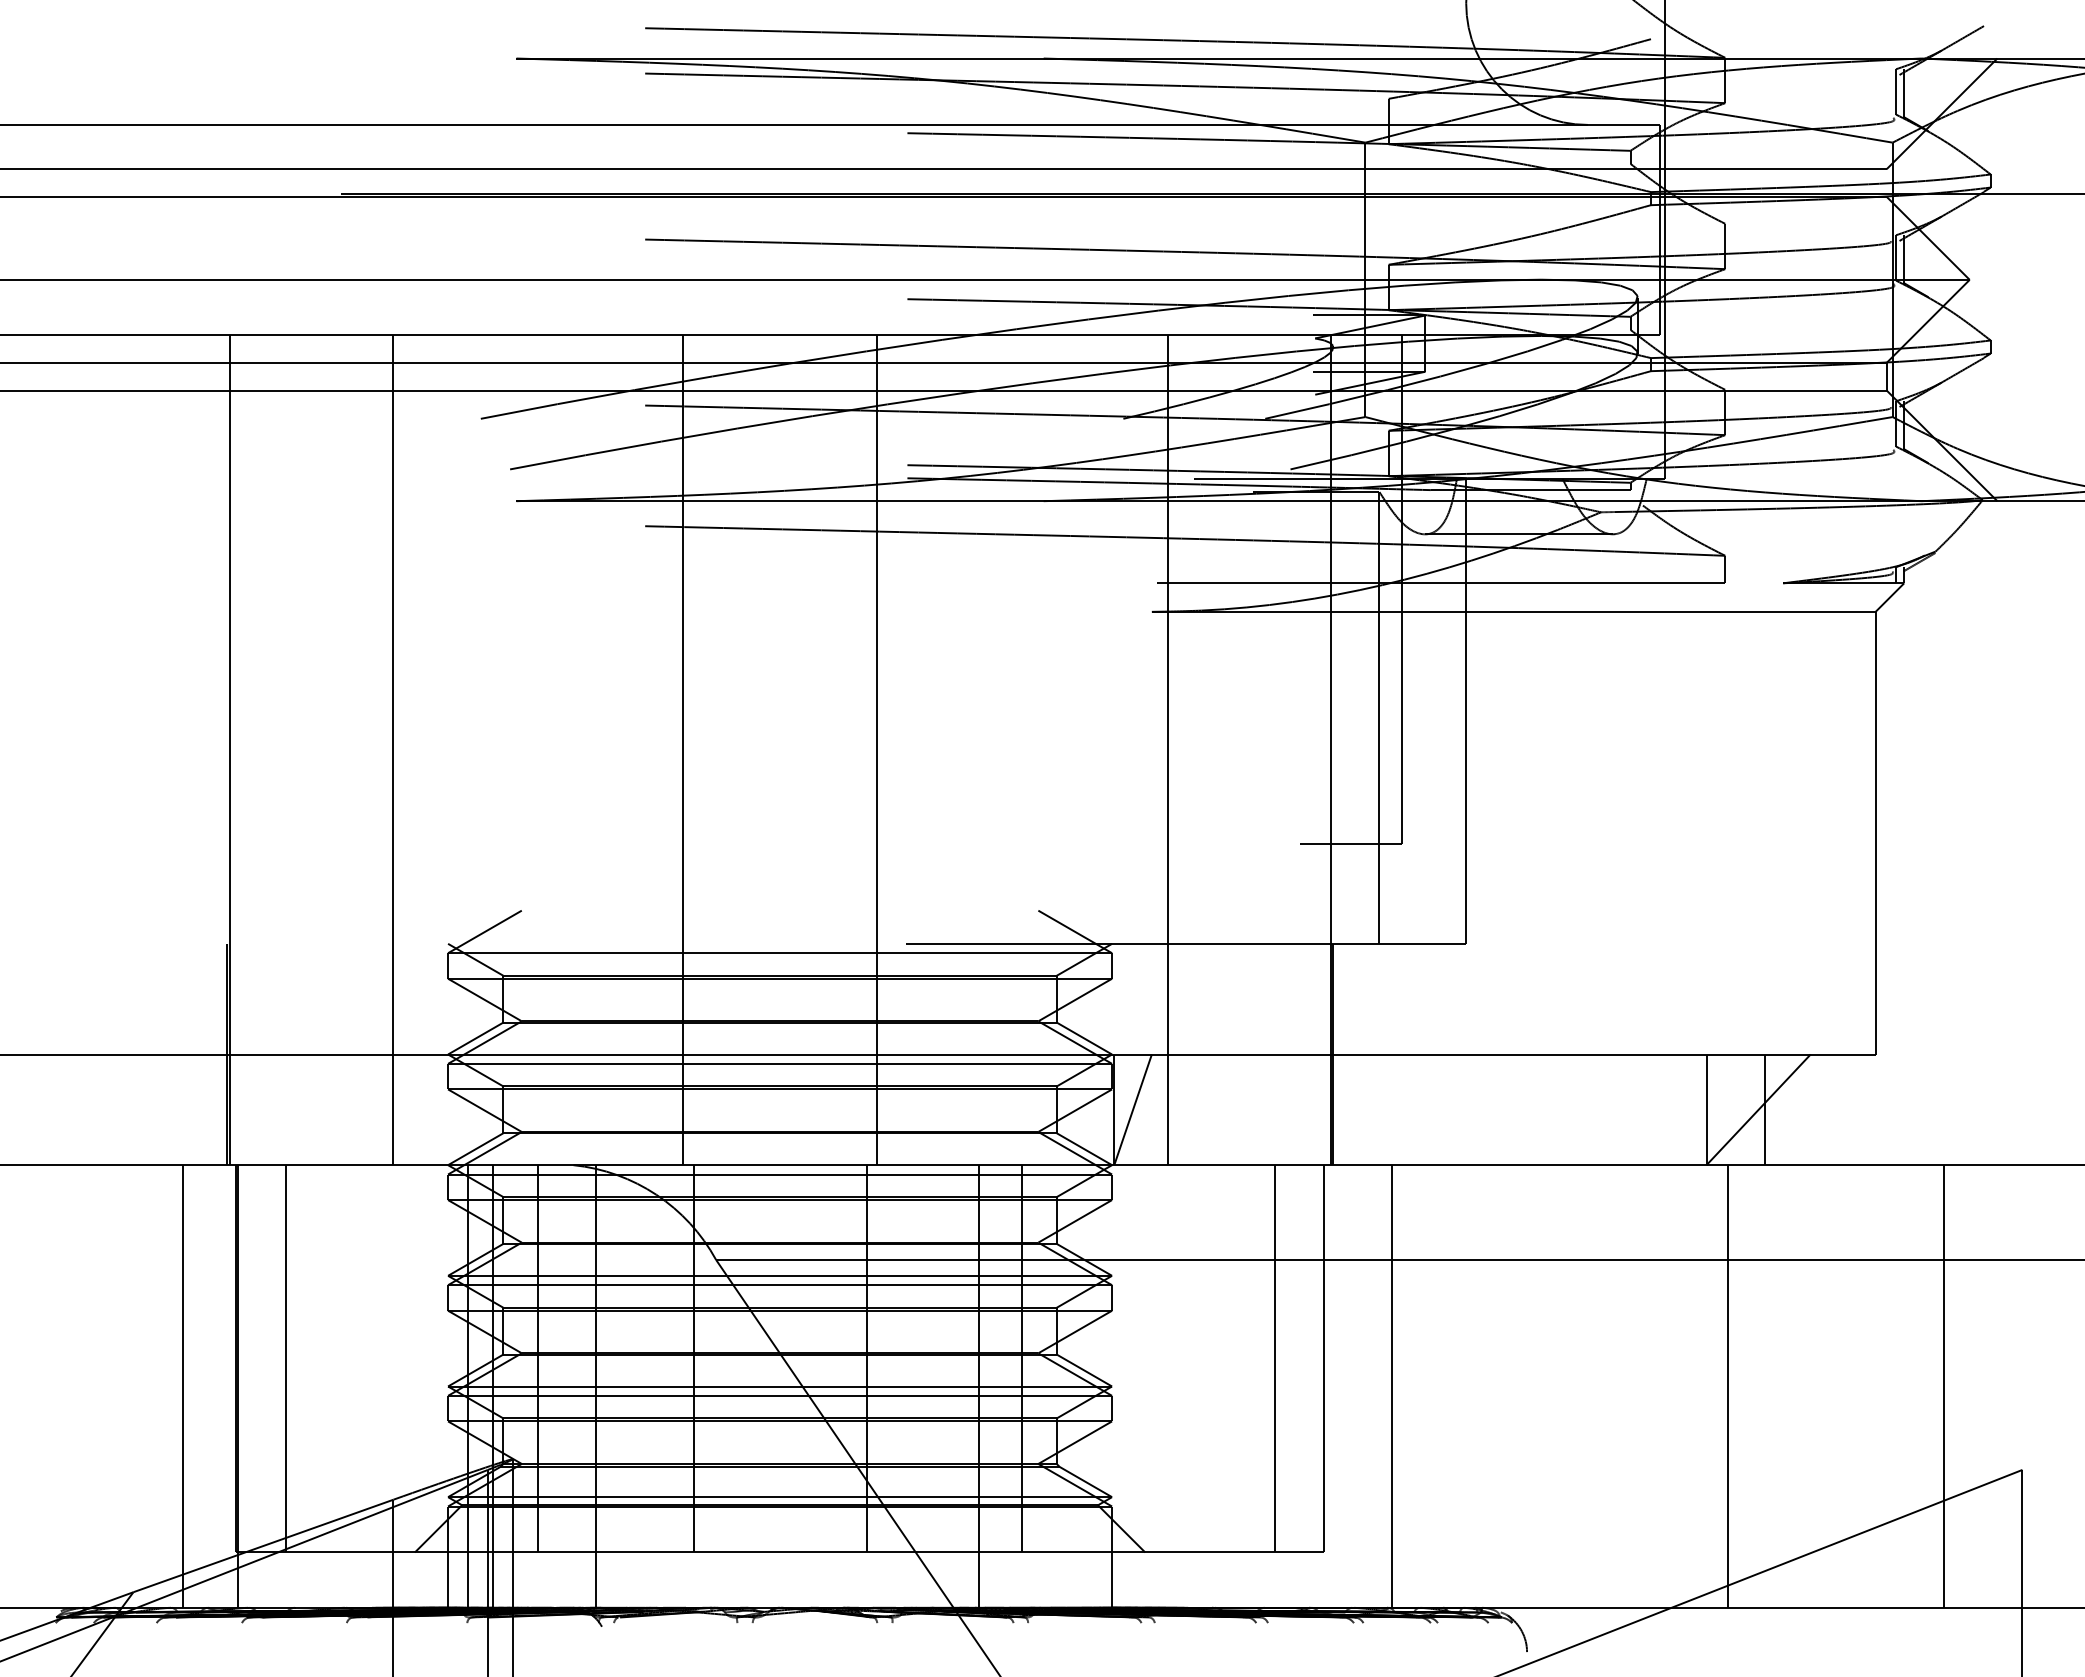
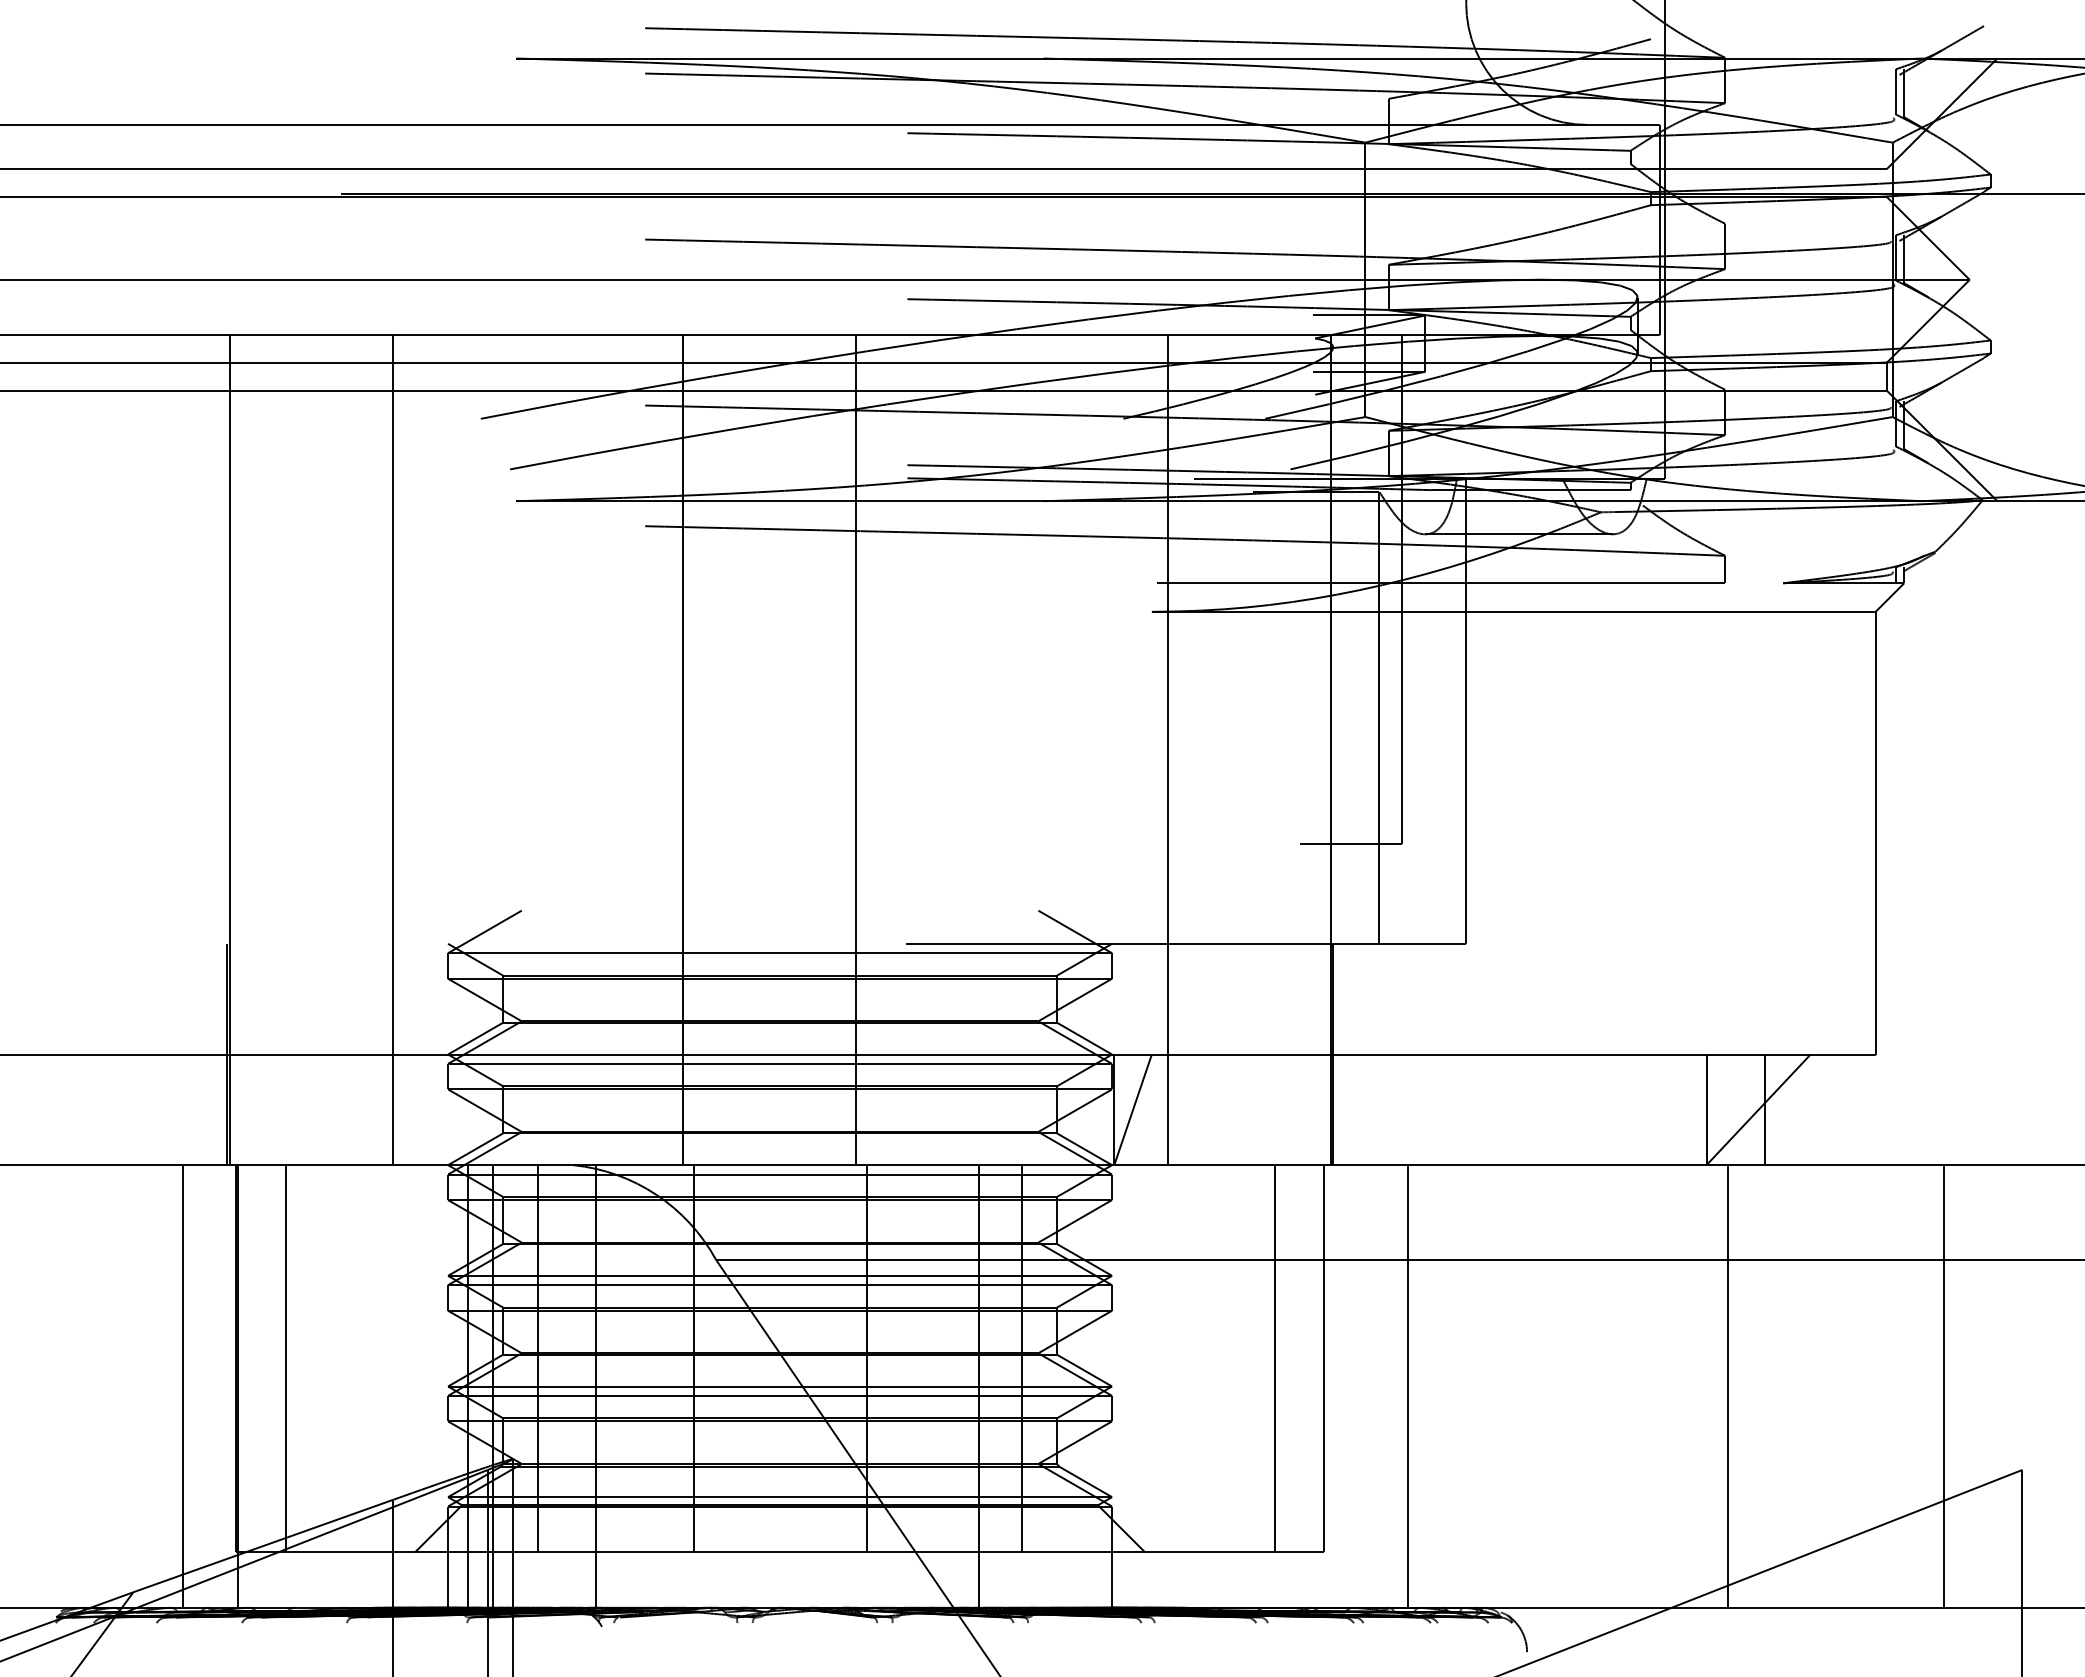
line at (877, 750) position: (877, 750) -> (856, 750)
line at (1391, 1386) position: (1391, 1386) -> (1407, 1386)
